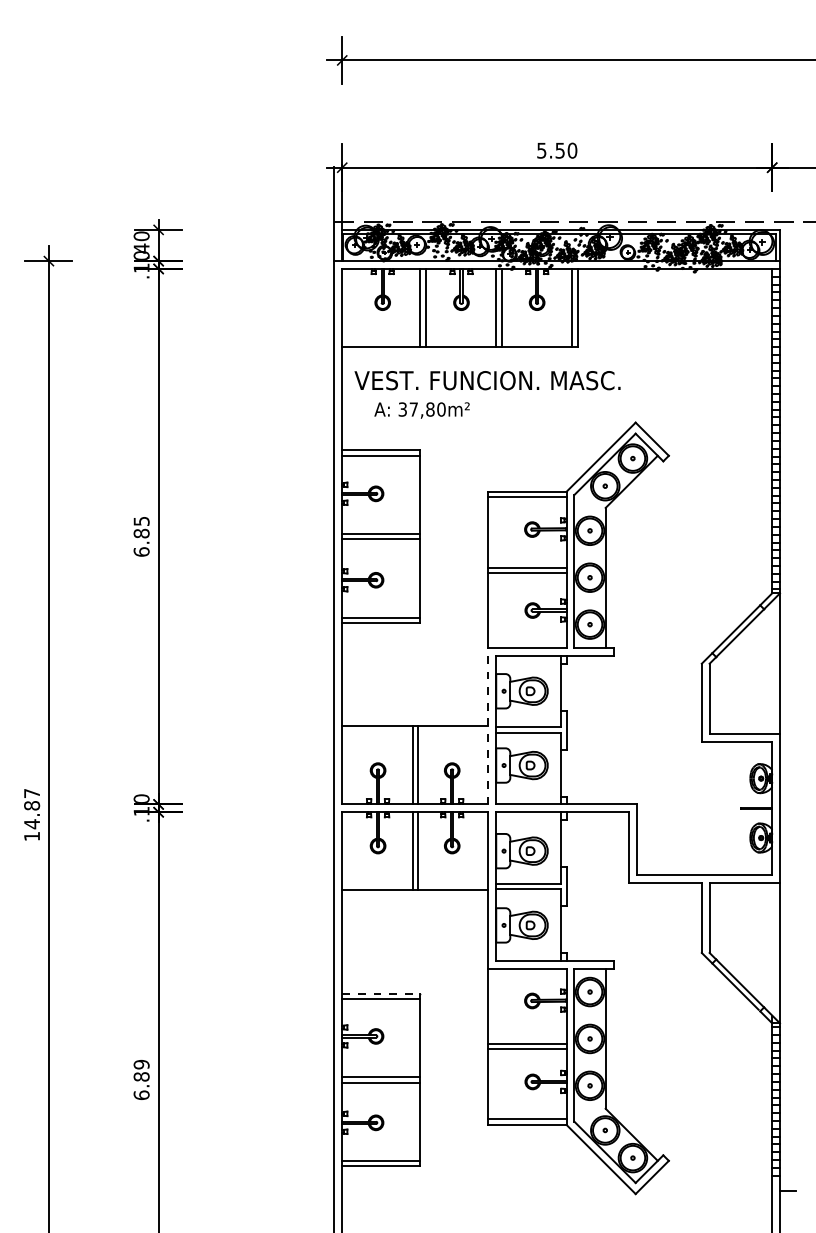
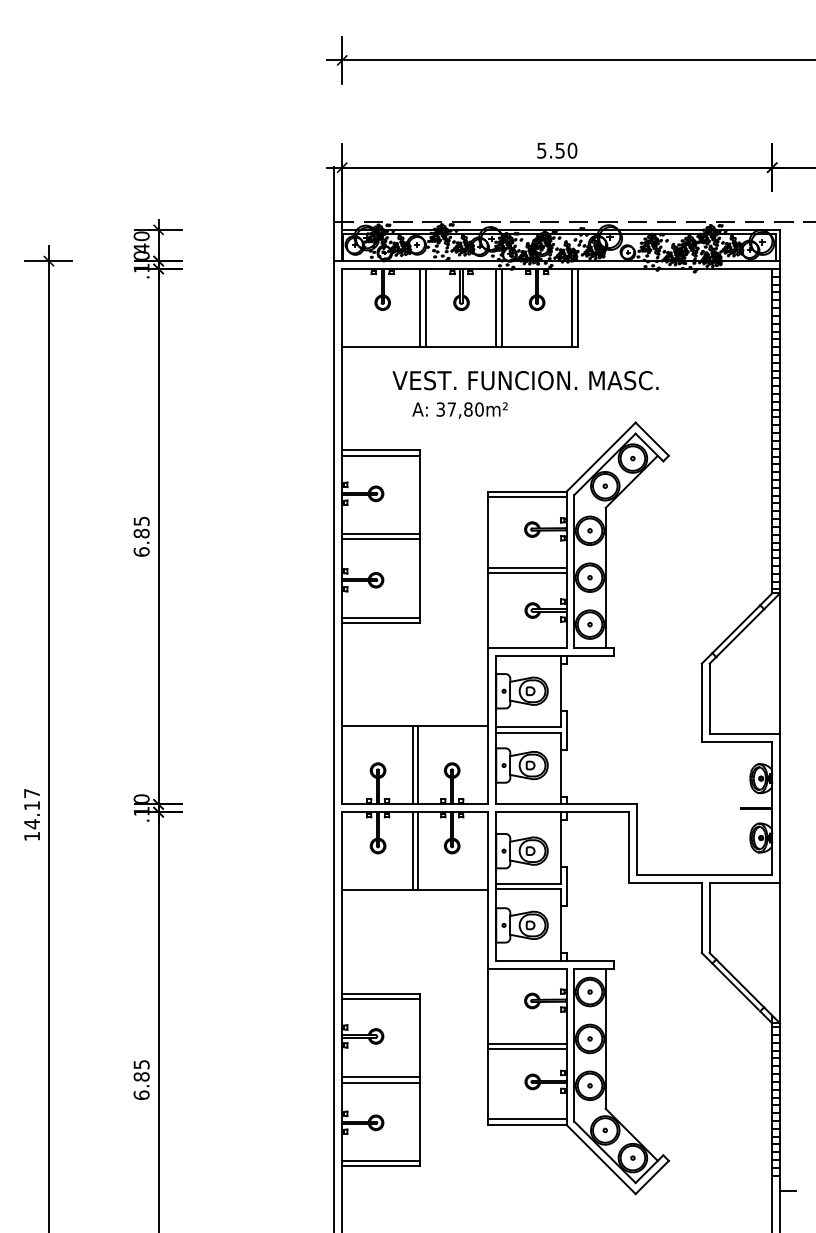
text at (487, 394) position: (487, 394) -> (525, 394)
line at (488, 725): dashed -> solid
text at (32, 805): 14.87 -> 14.17
line at (381, 993): dashed -> solid
text at (141, 1064): 6.89 -> 6.85
